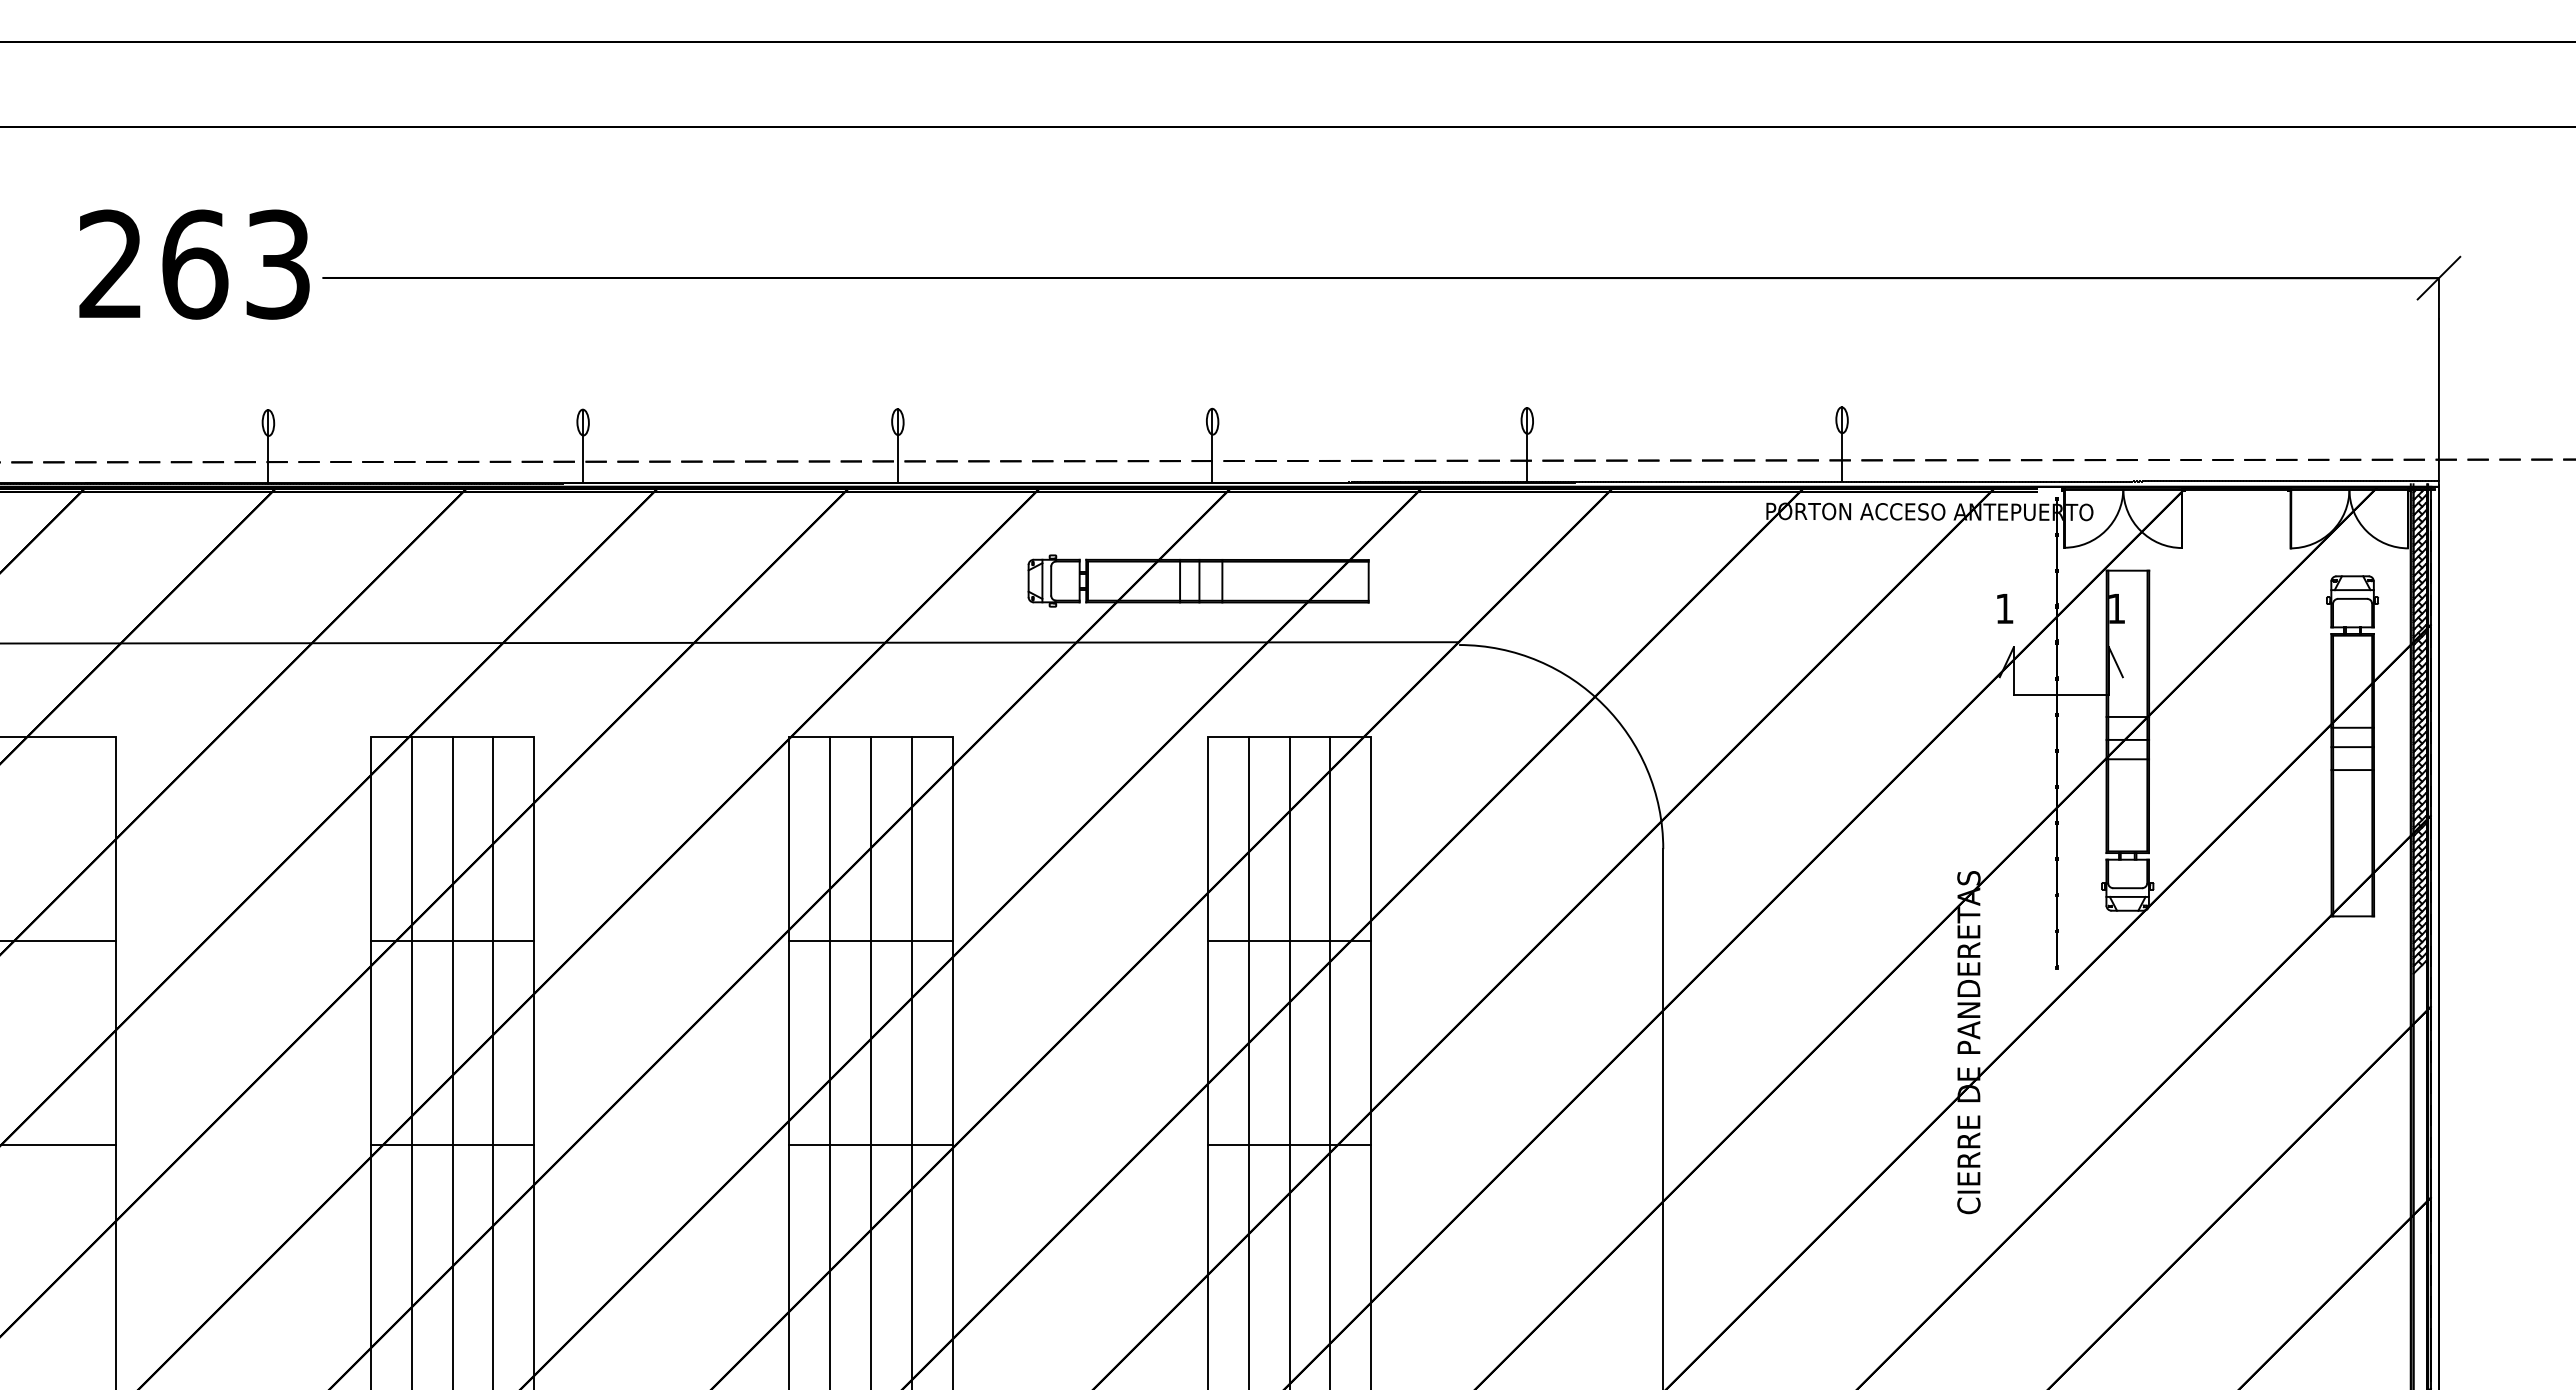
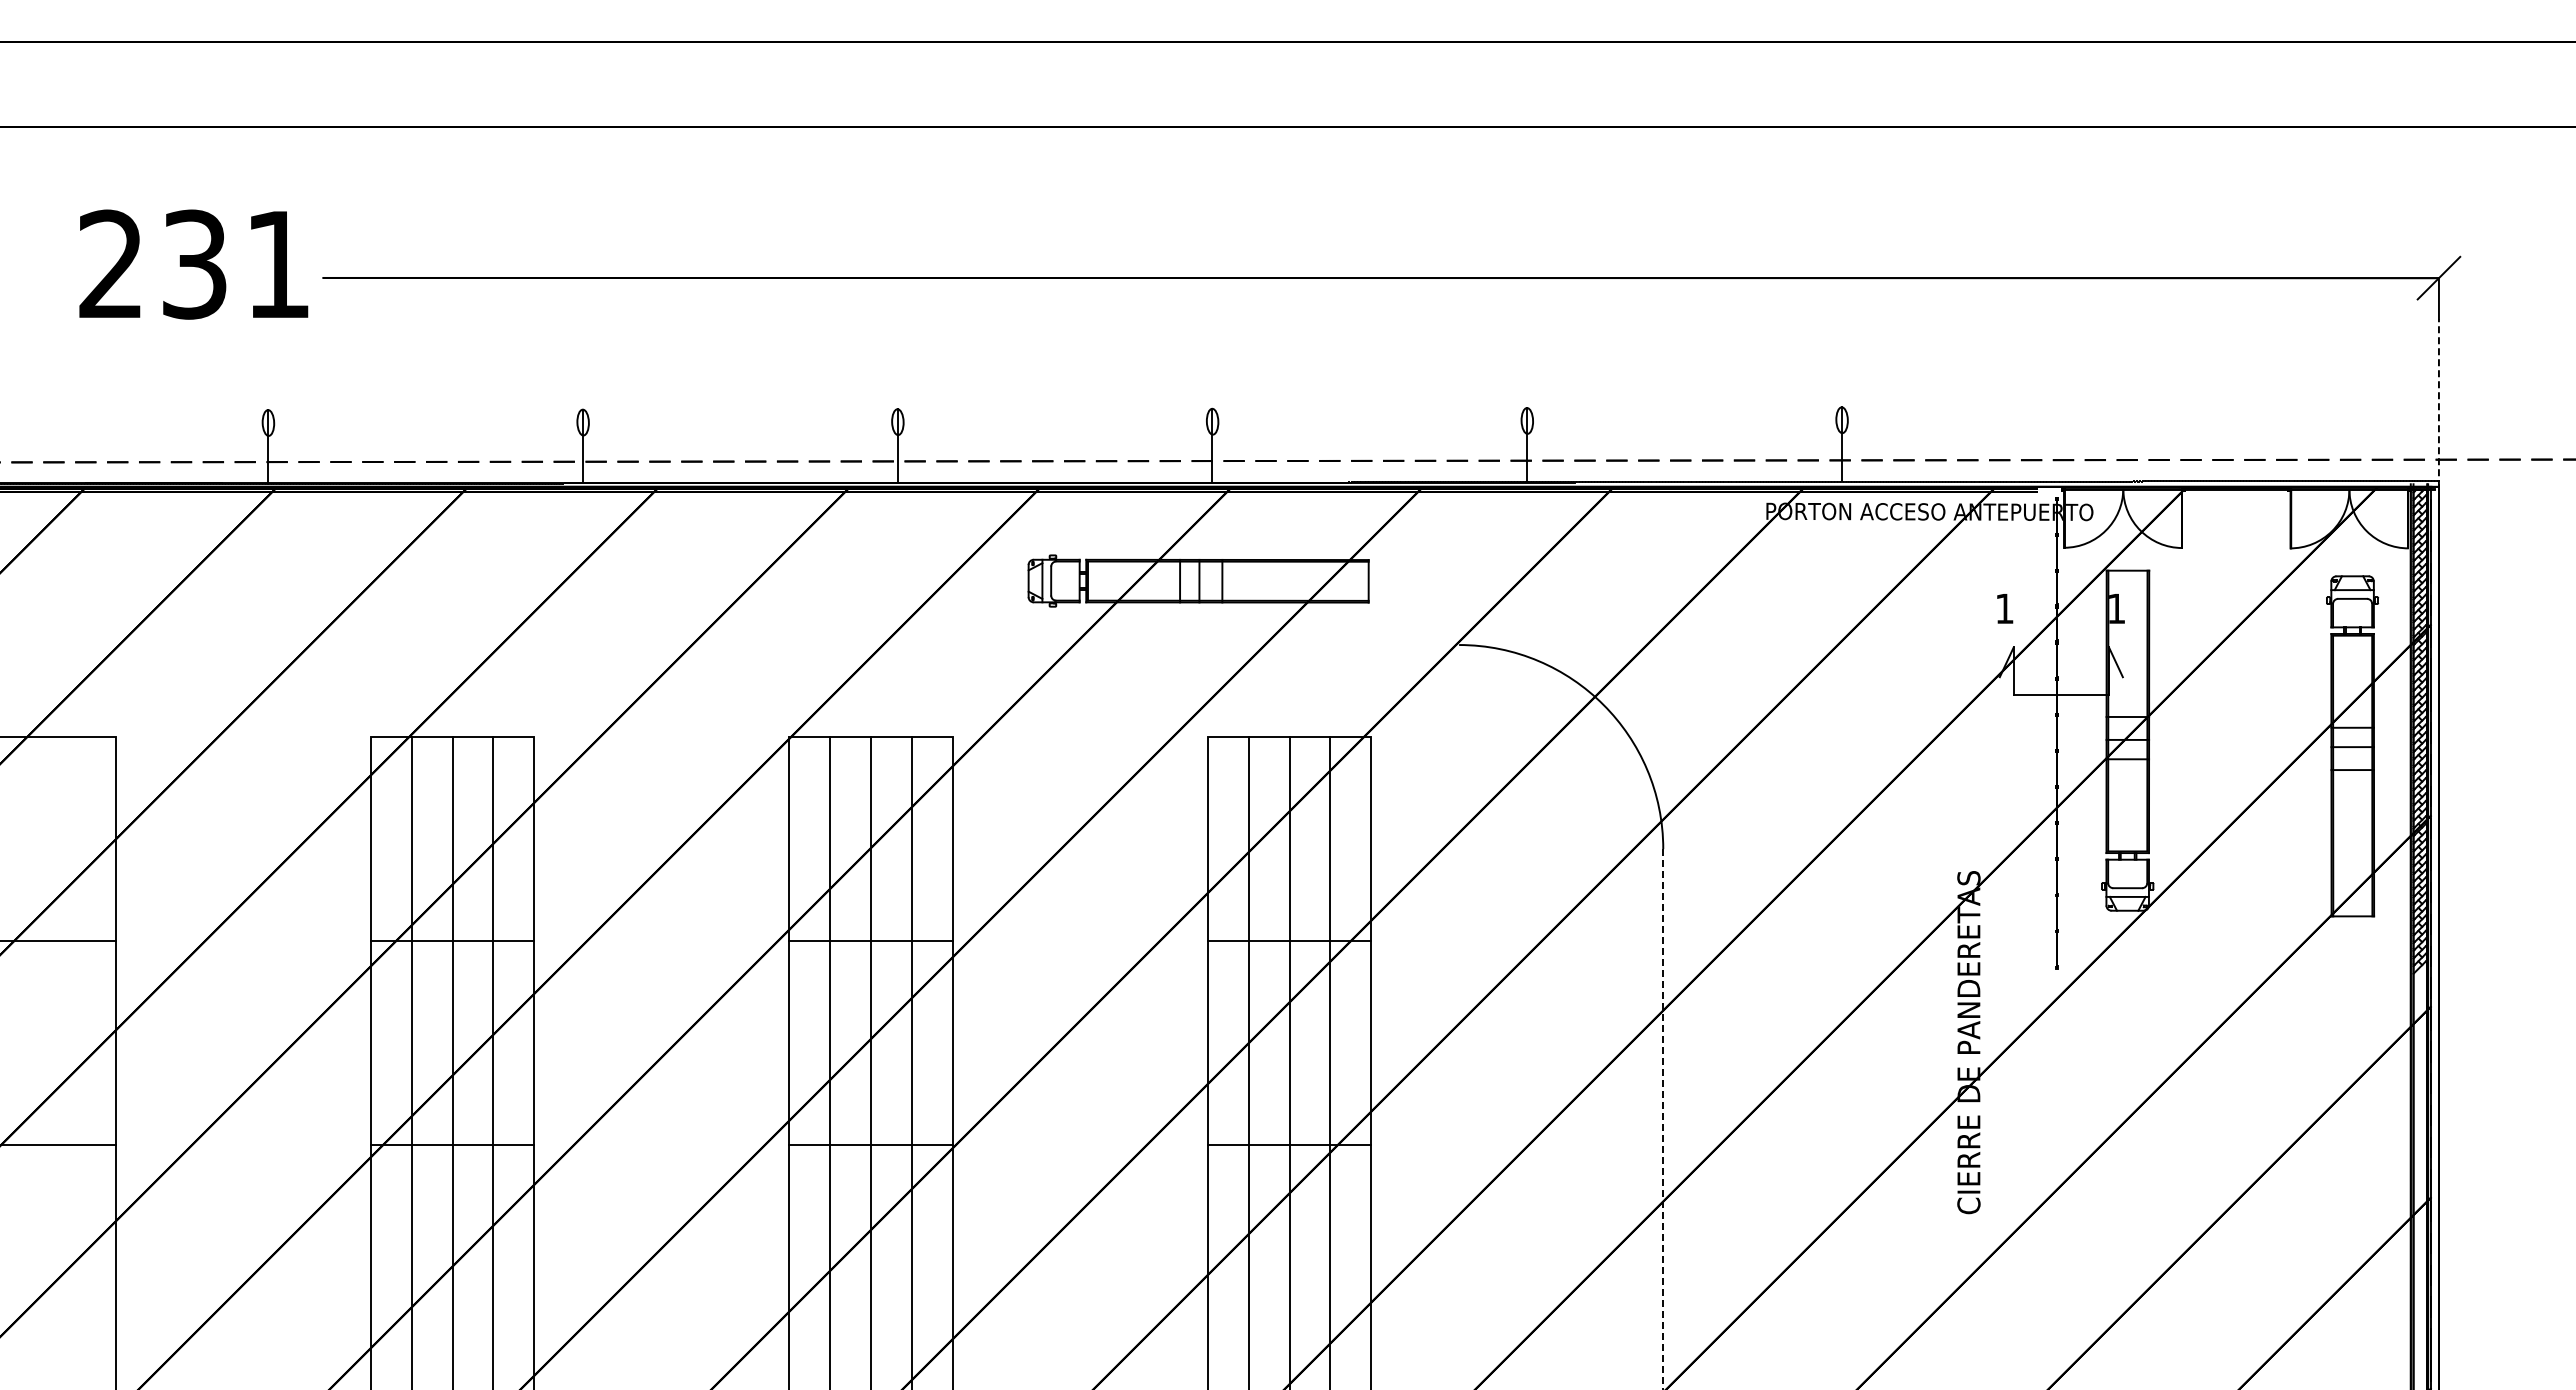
text at (235, 264): 263 -> 231
line at (2438, 402): solid -> dashed
line at (730, 642): present -> none
line at (1663, 1120): solid -> dashed
